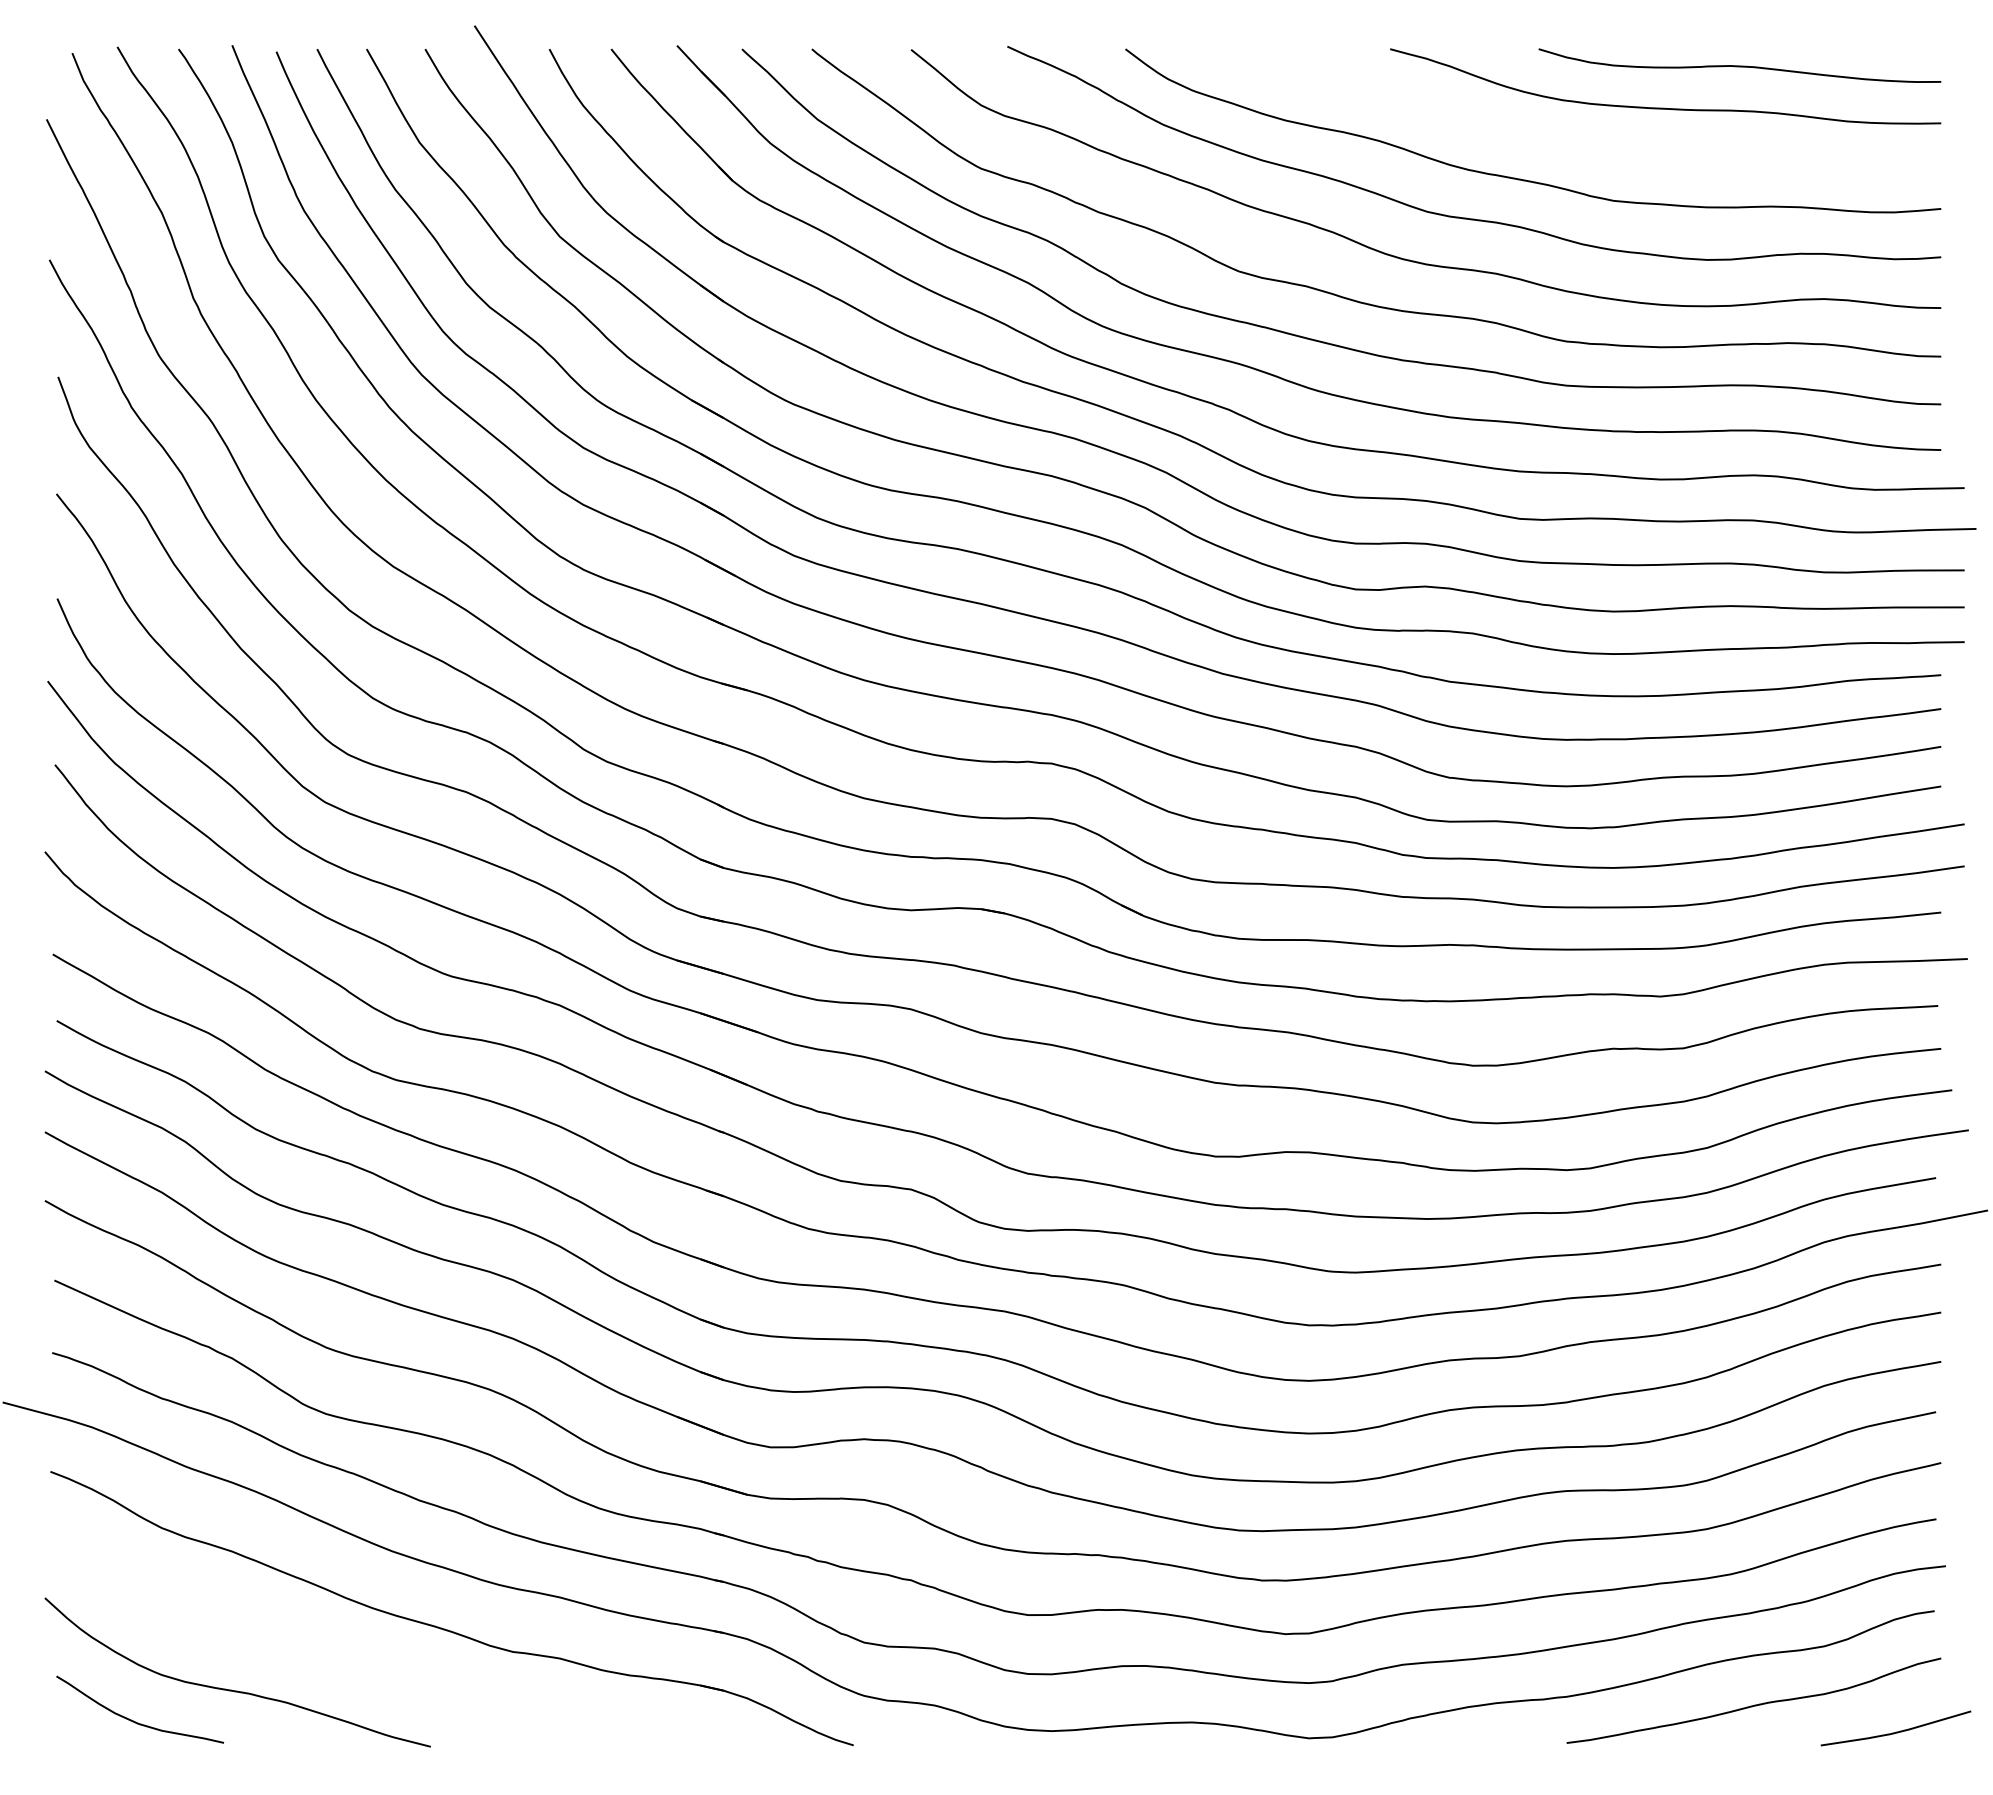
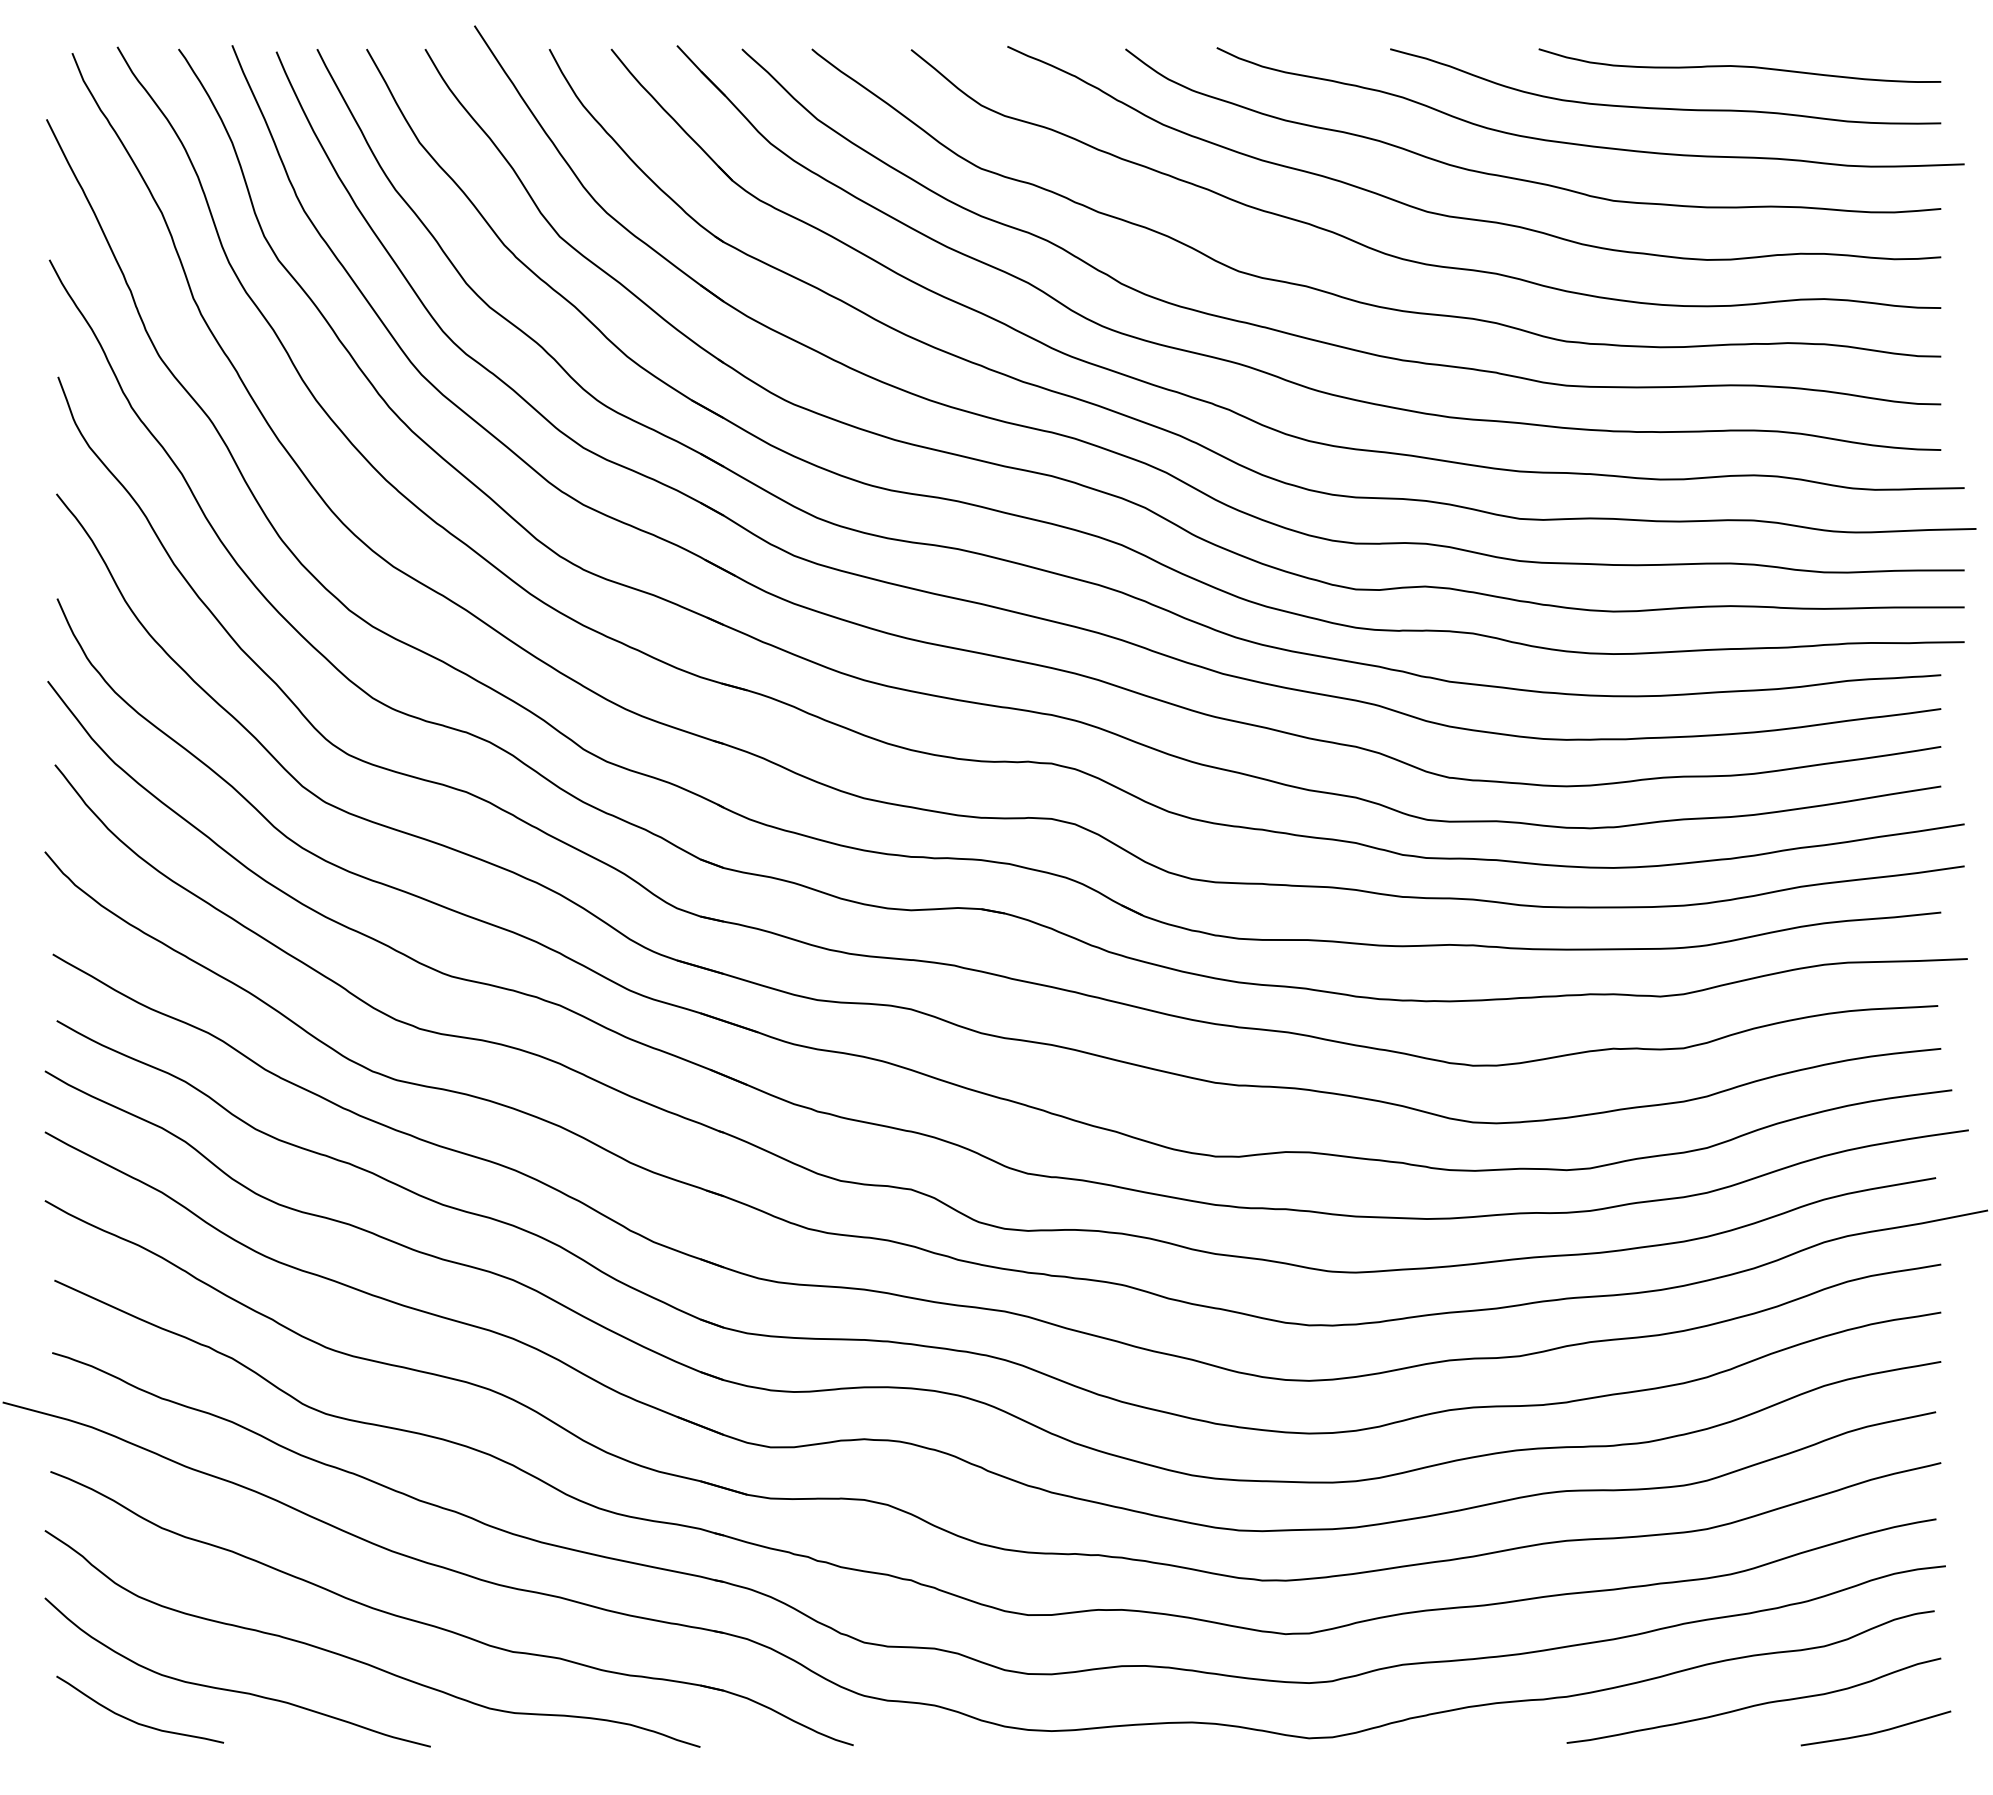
curve at (1587, 144): none -> present
curve at (365, 1662): none -> present
curve at (1896, 1731) position: (1896, 1731) -> (1876, 1731)
